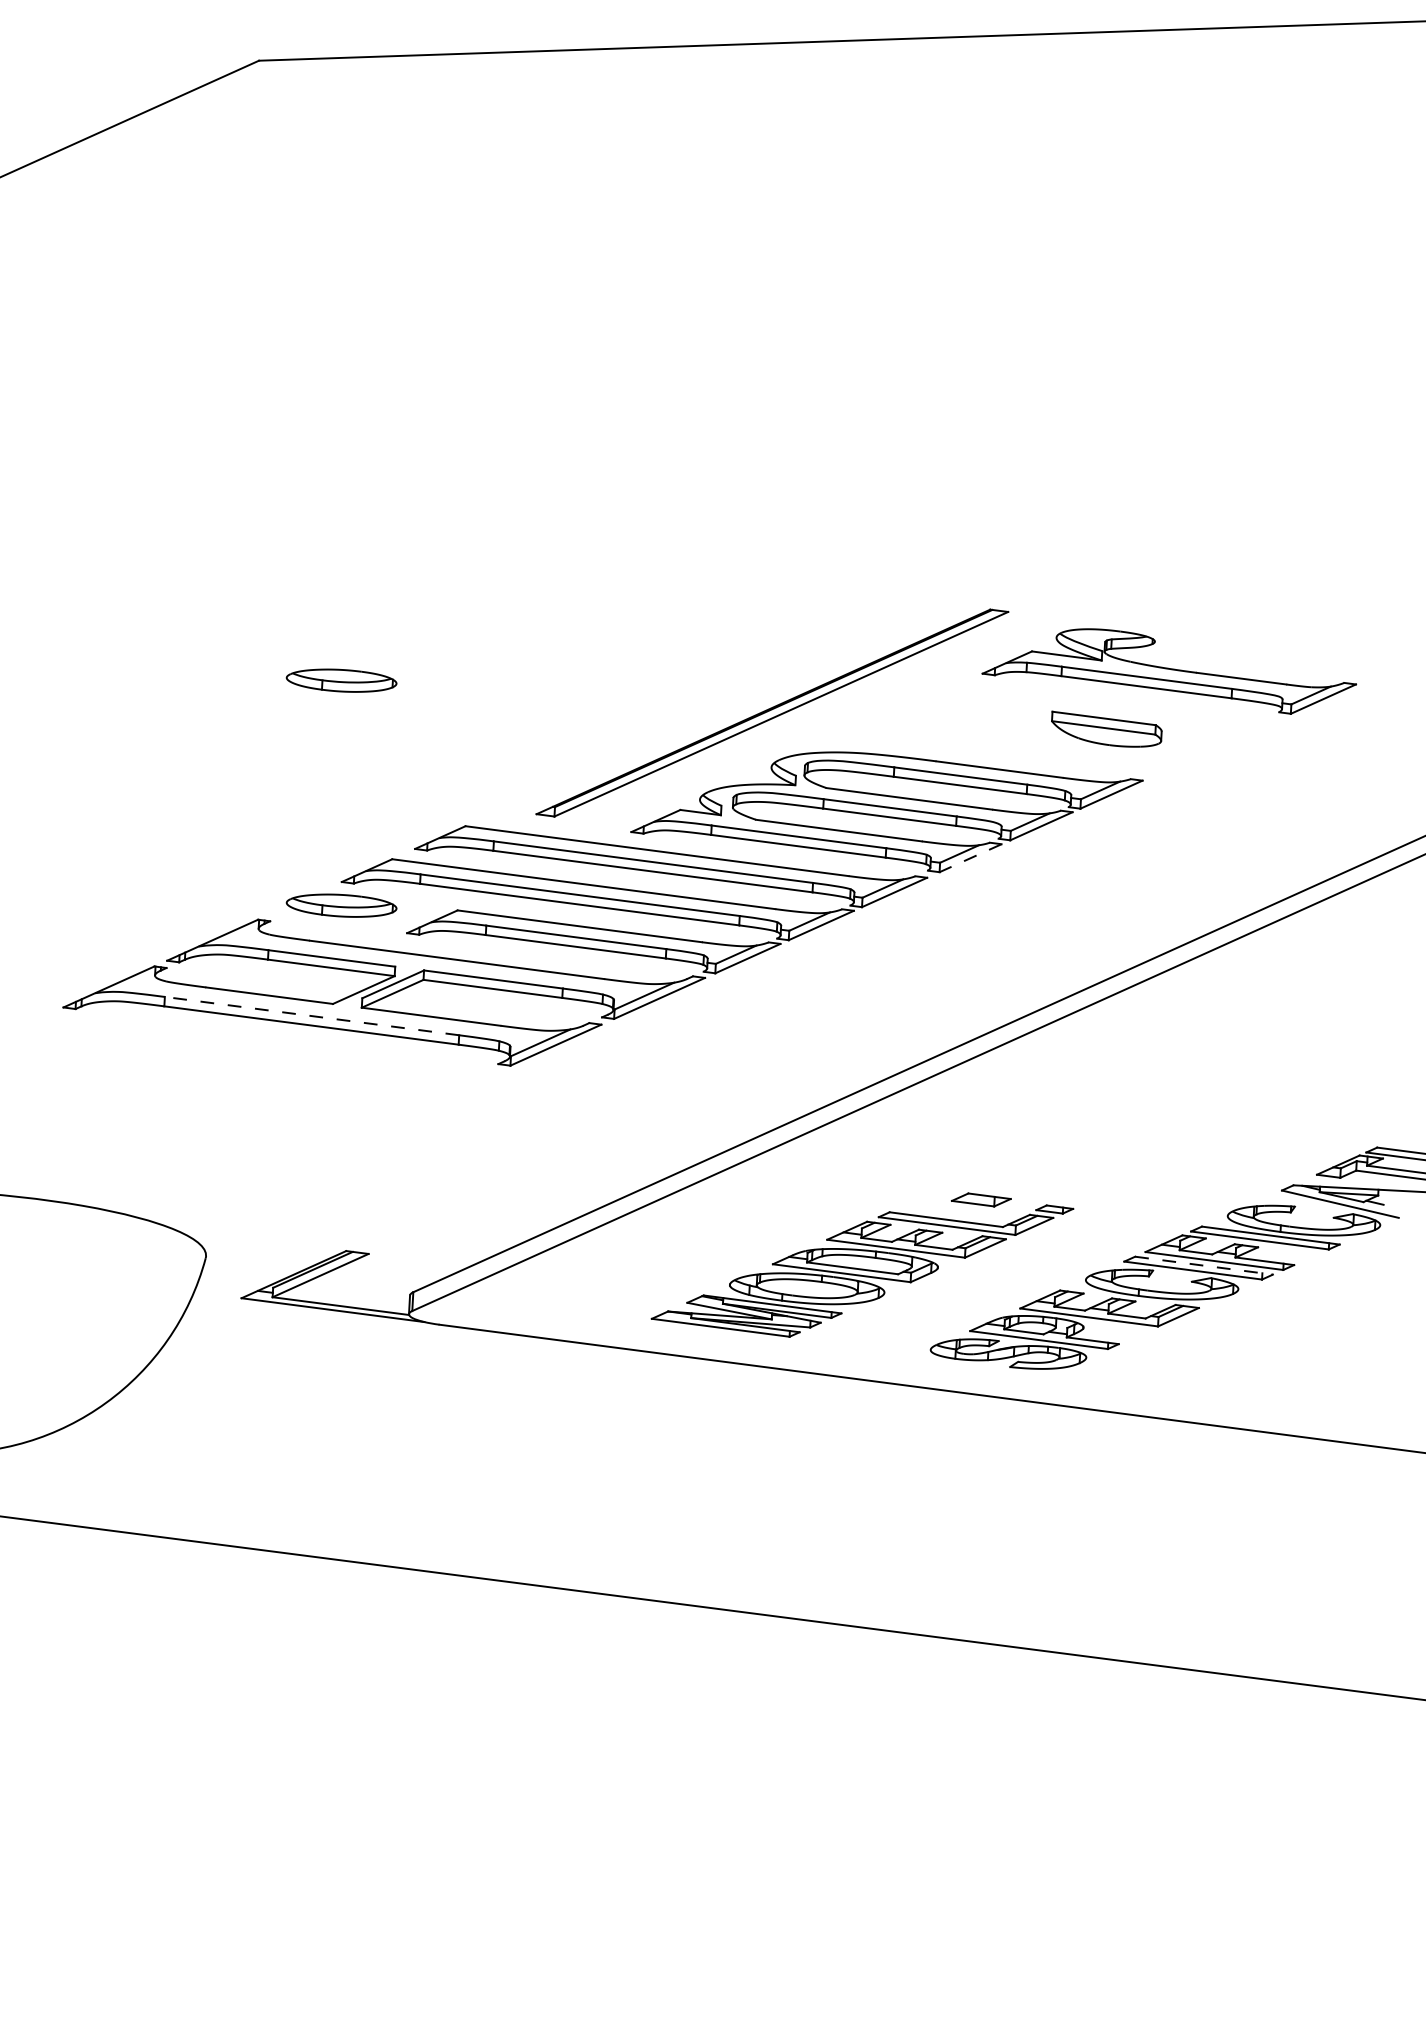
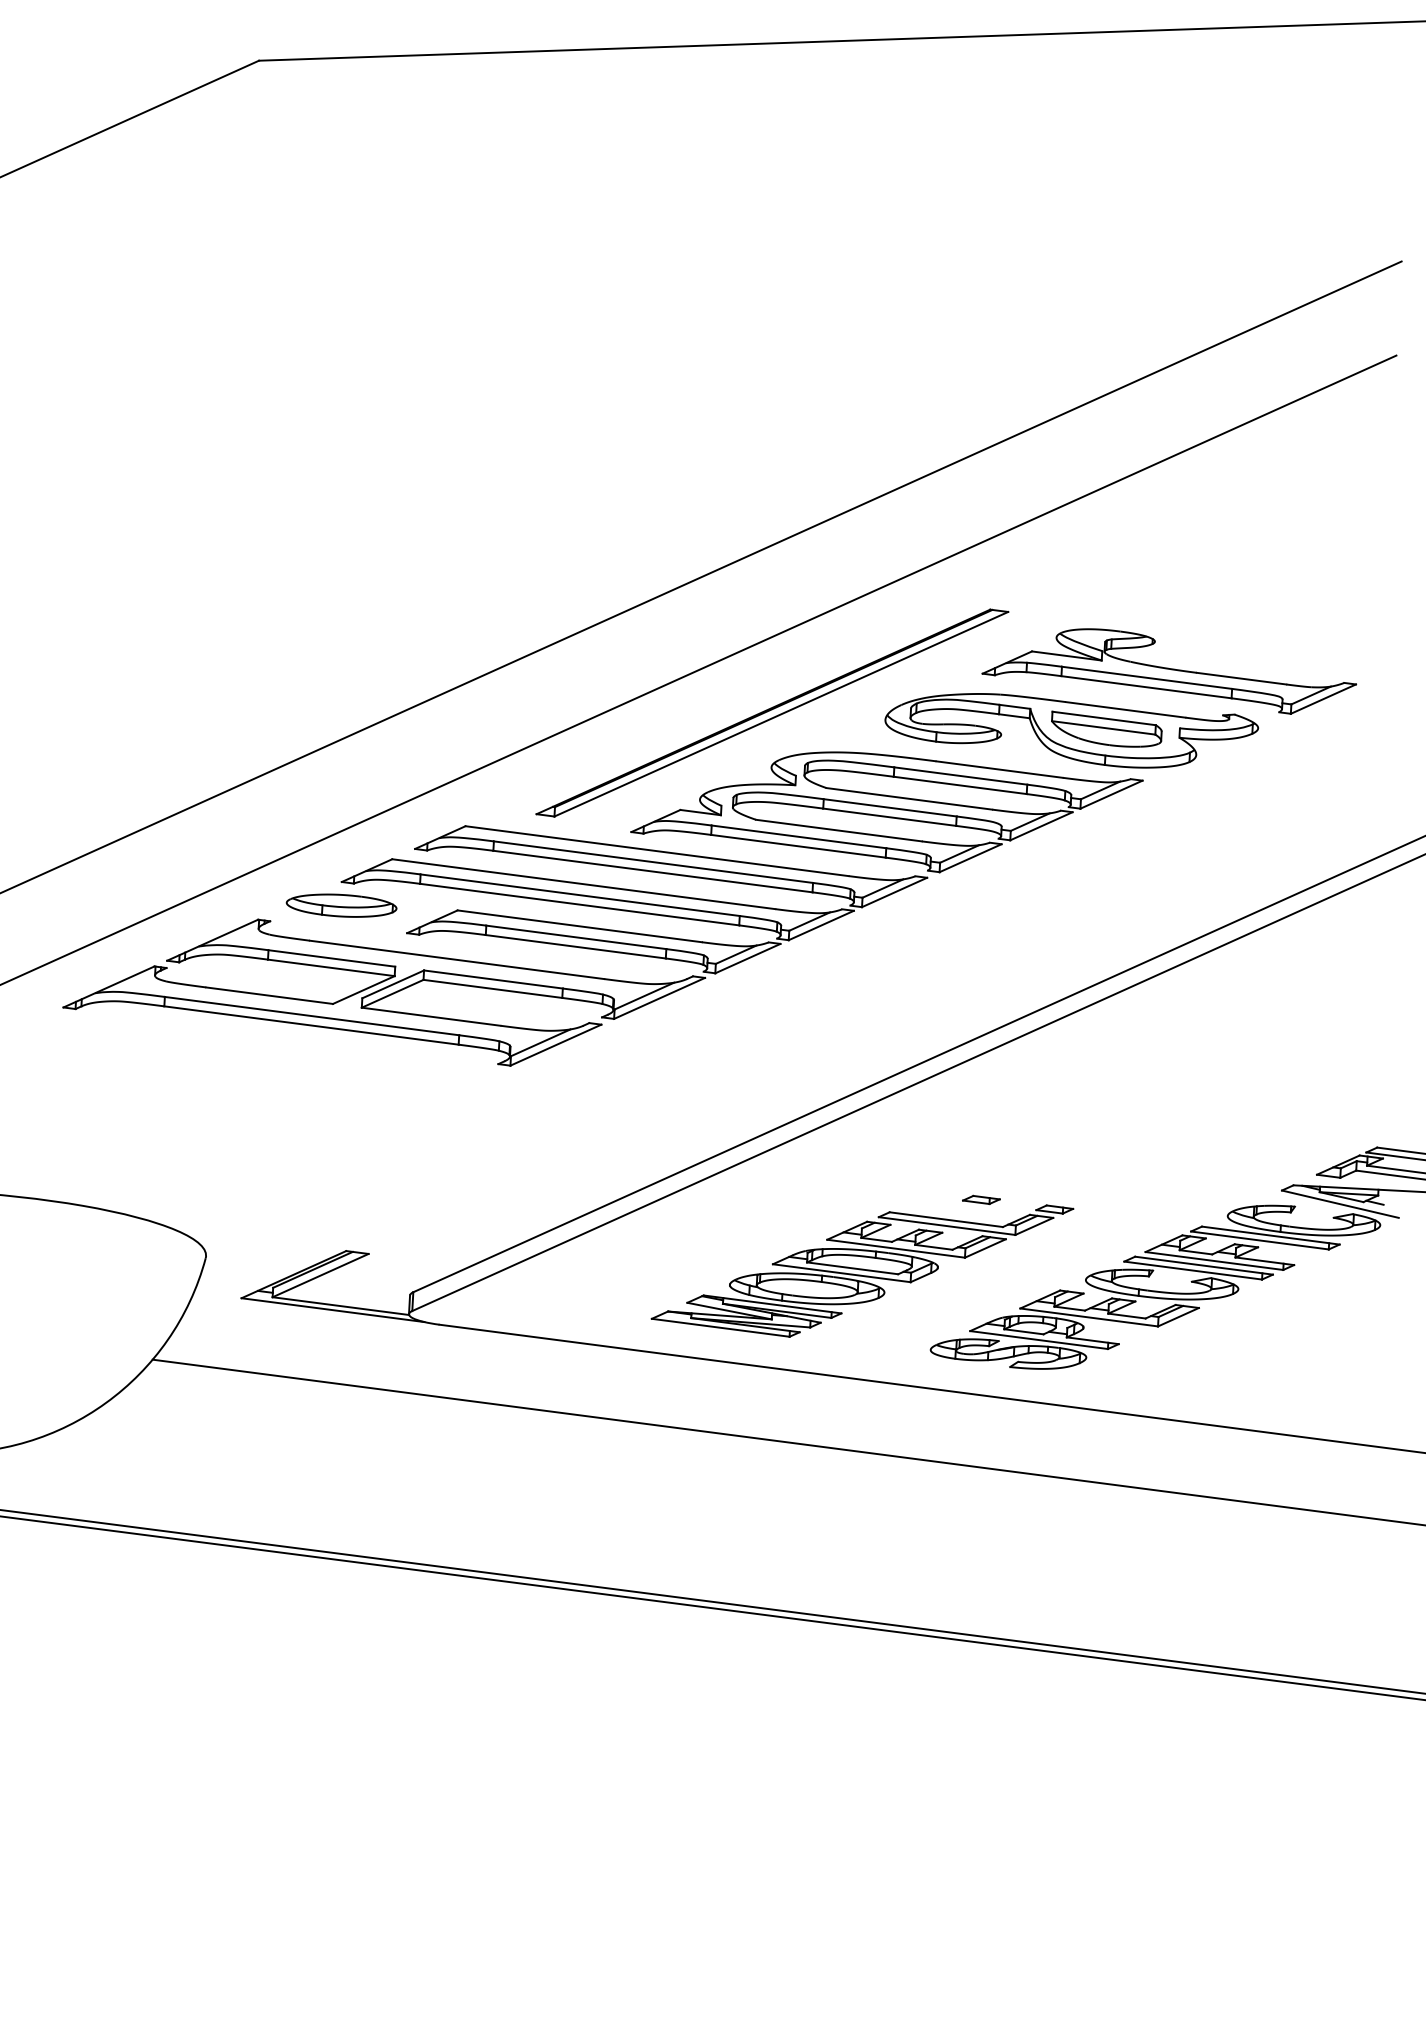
line at (701, 576): none -> present
line at (699, 669): none -> present
part at (341, 680): present -> none
part at (1071, 730): none -> present
line at (970, 858): dashed -> solid
line at (311, 1016): dashed -> solid
part at (980, 1199) size: 62x16 px -> 39x12 px
line at (1204, 1265): dashed -> solid
line at (787, 1441): none -> present
line at (712, 1601): none -> present
